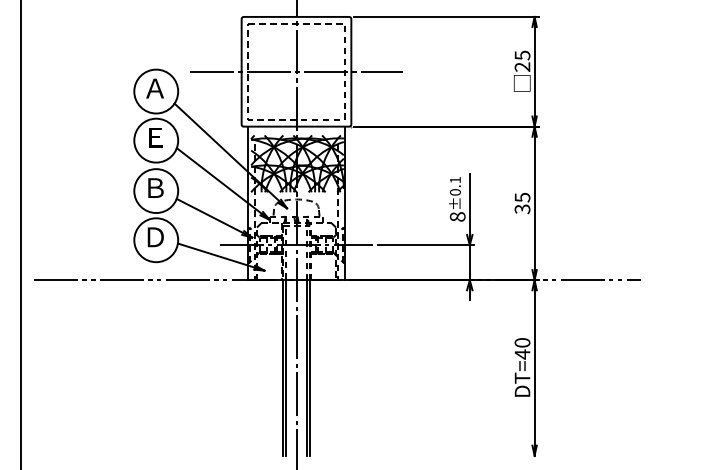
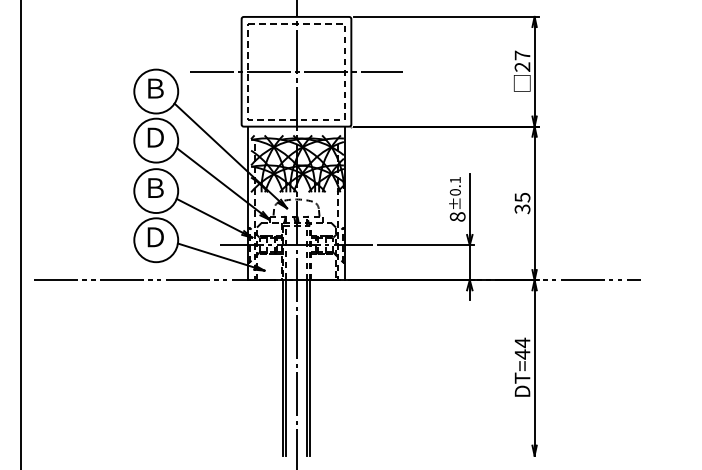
text at (522, 55): 25 -> 27
text at (154, 88): Ａ -> Ｂ
text at (155, 137): Ｅ -> Ｄ
text at (522, 342): DT=40 -> DT=44
